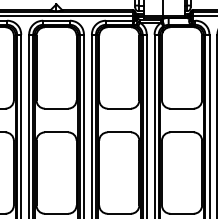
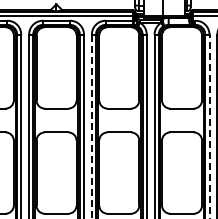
line at (91, 126): solid -> dashed
line at (209, 126): solid -> dashed
